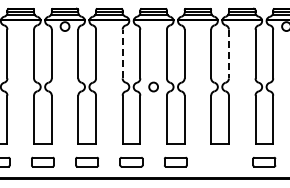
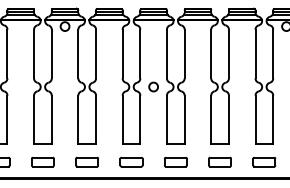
line at (122, 53): dashed -> solid
line at (228, 54): dashed -> solid
part at (219, 161): none -> present
